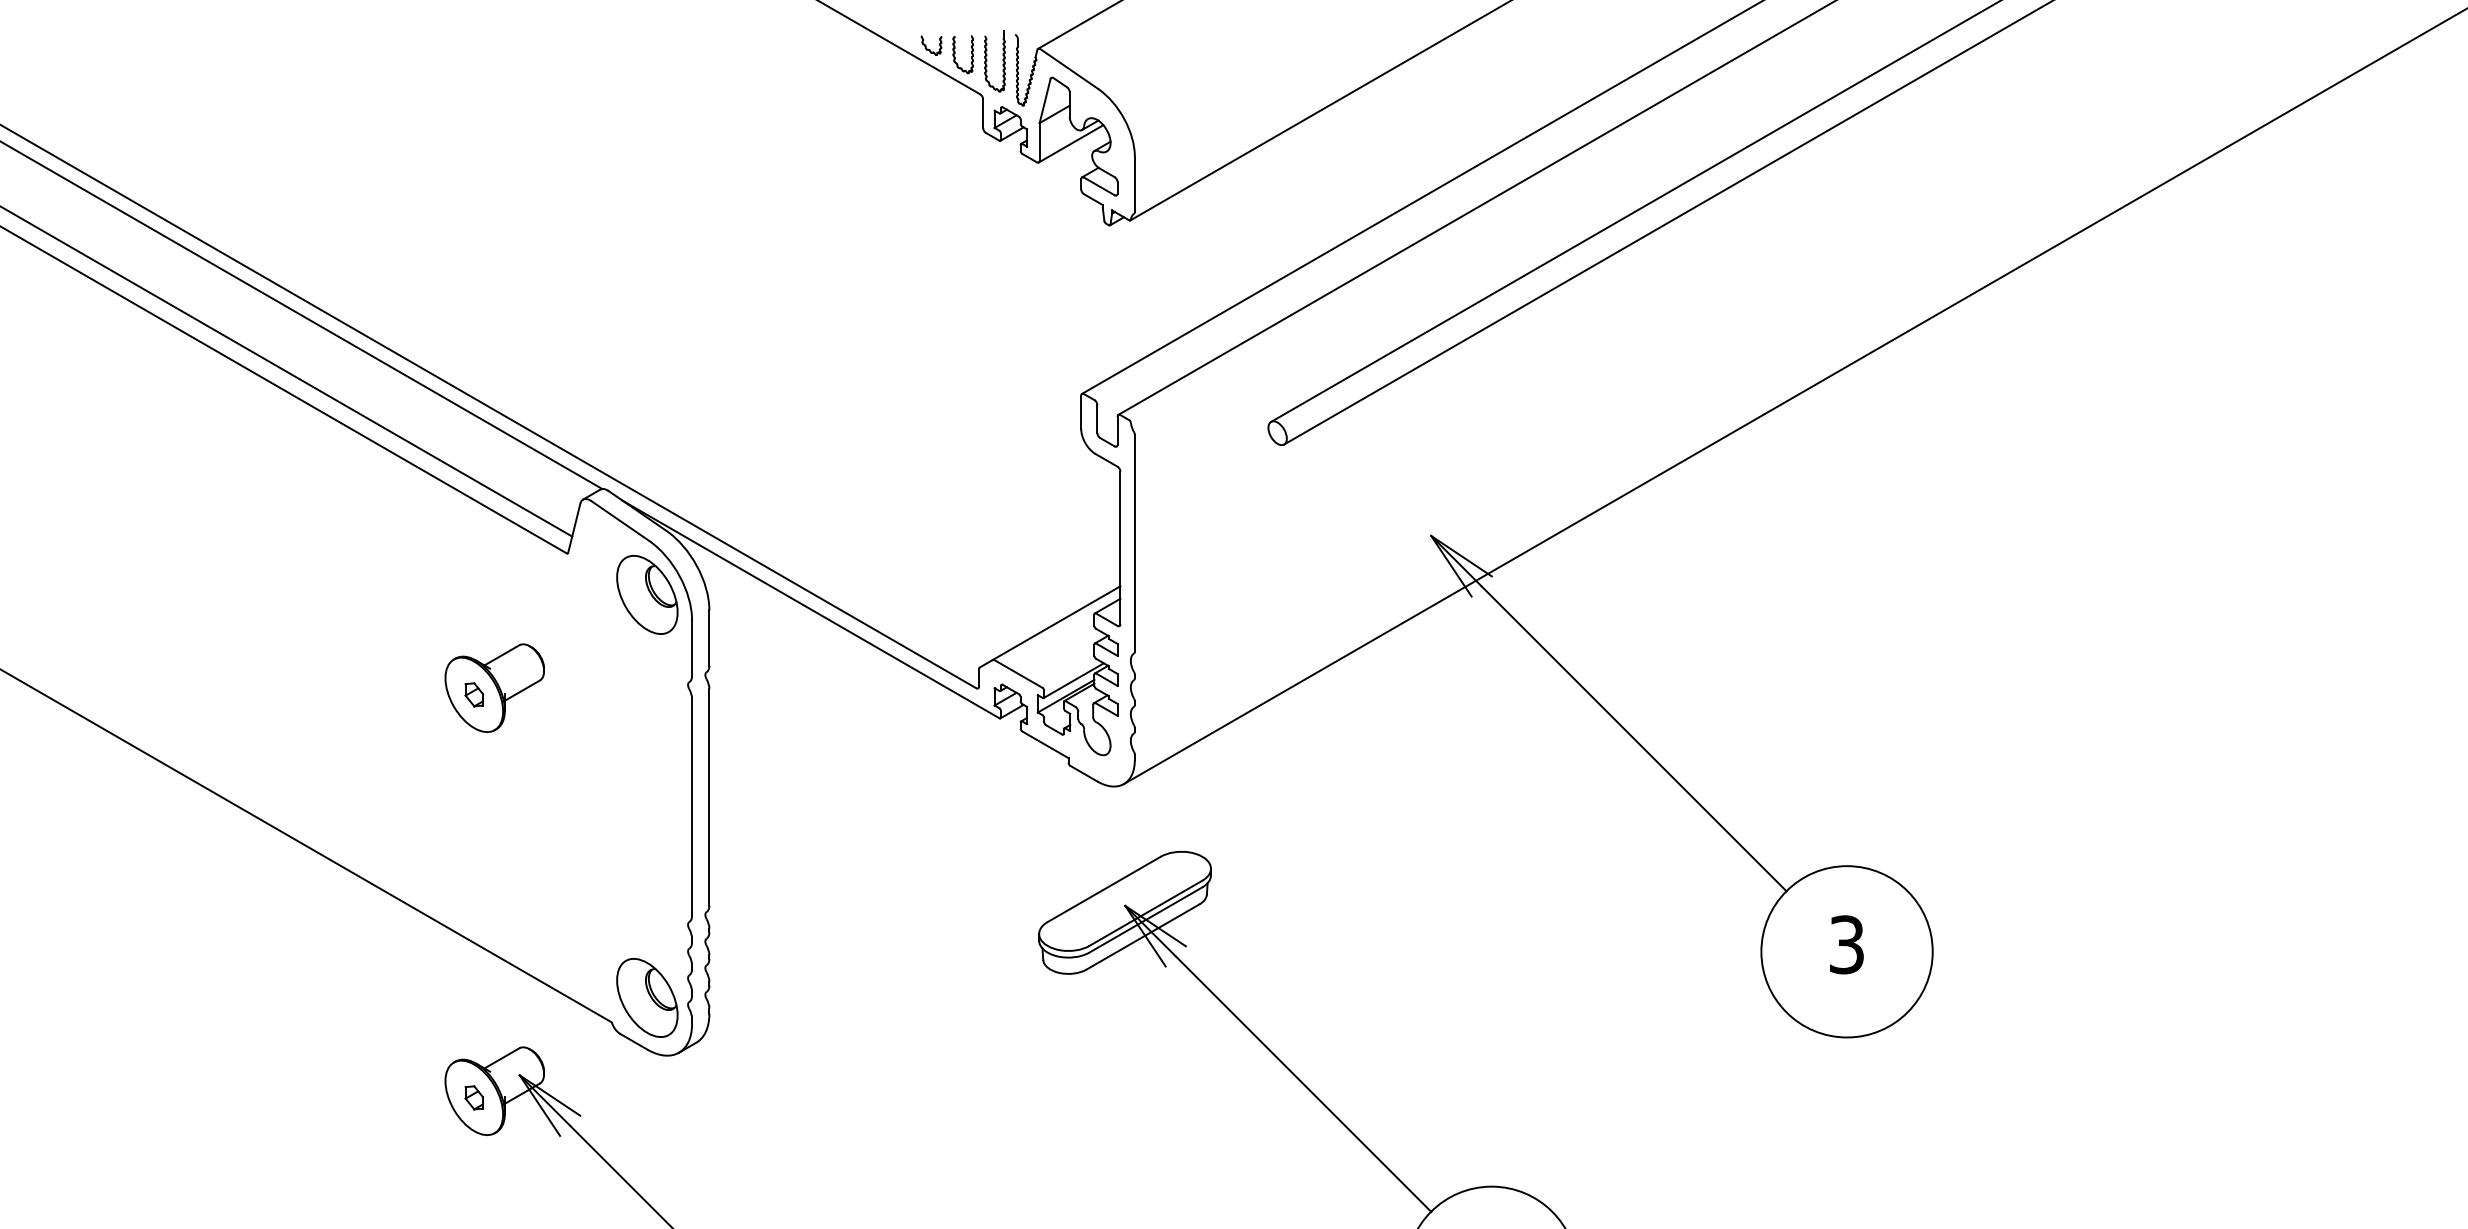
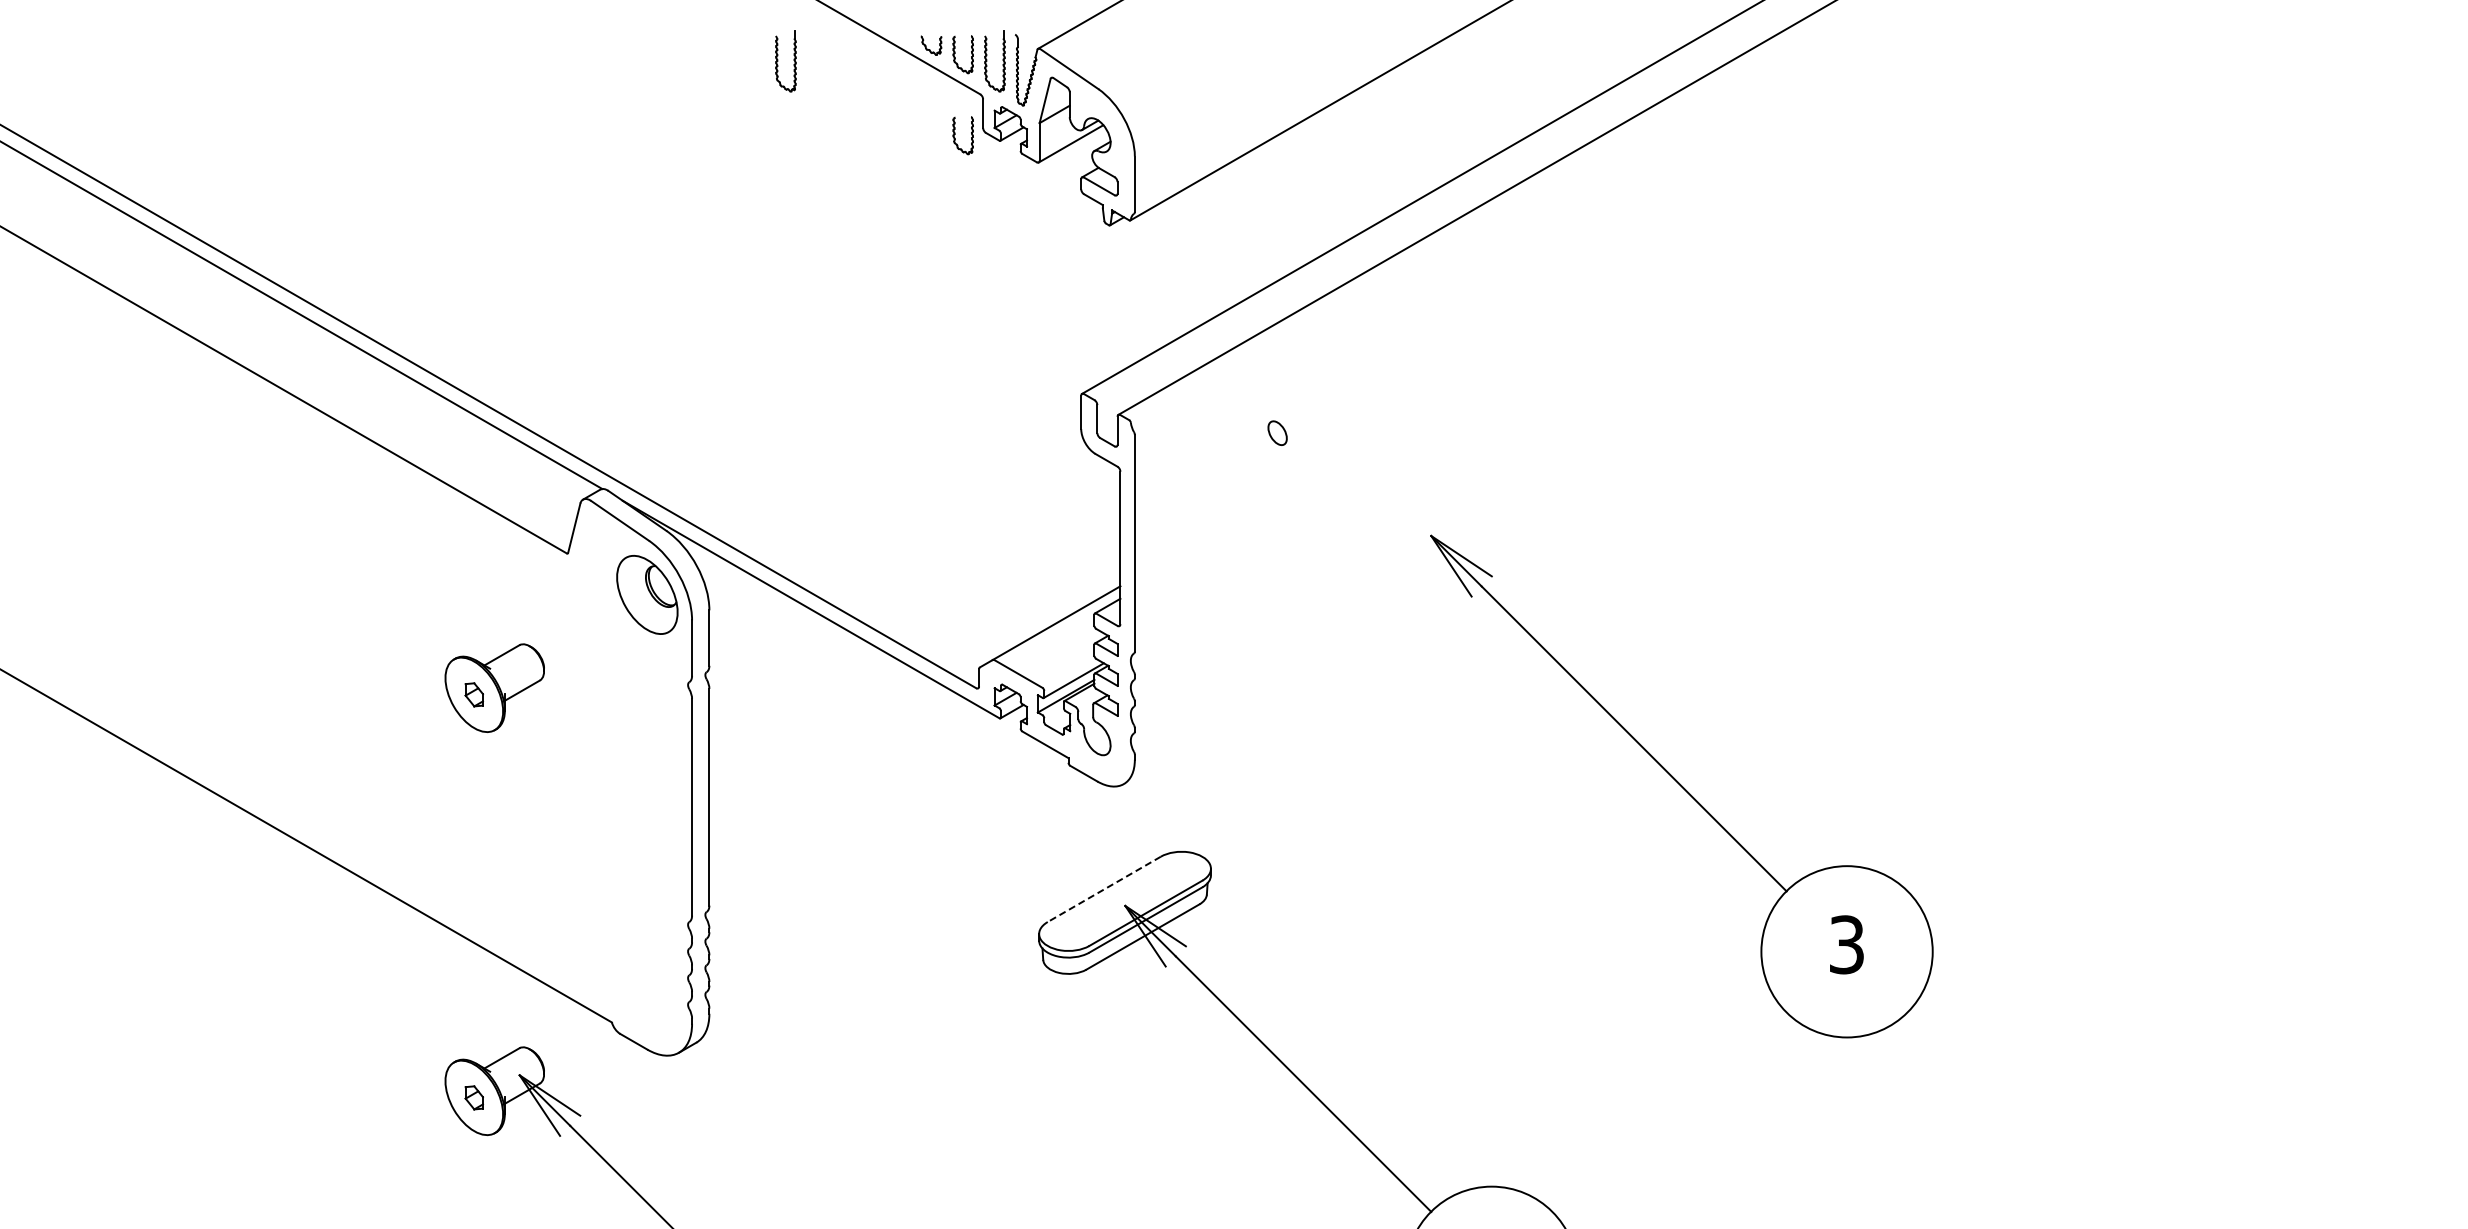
part at (778, 61): none -> present
part at (955, 134): none -> present
line at (1634, 211): present -> none
line at (1666, 223): present -> none
line at (287, 371): present -> none
line at (1793, 397): present -> none
line at (1103, 889): solid -> dashed
part at (647, 997): present -> none
